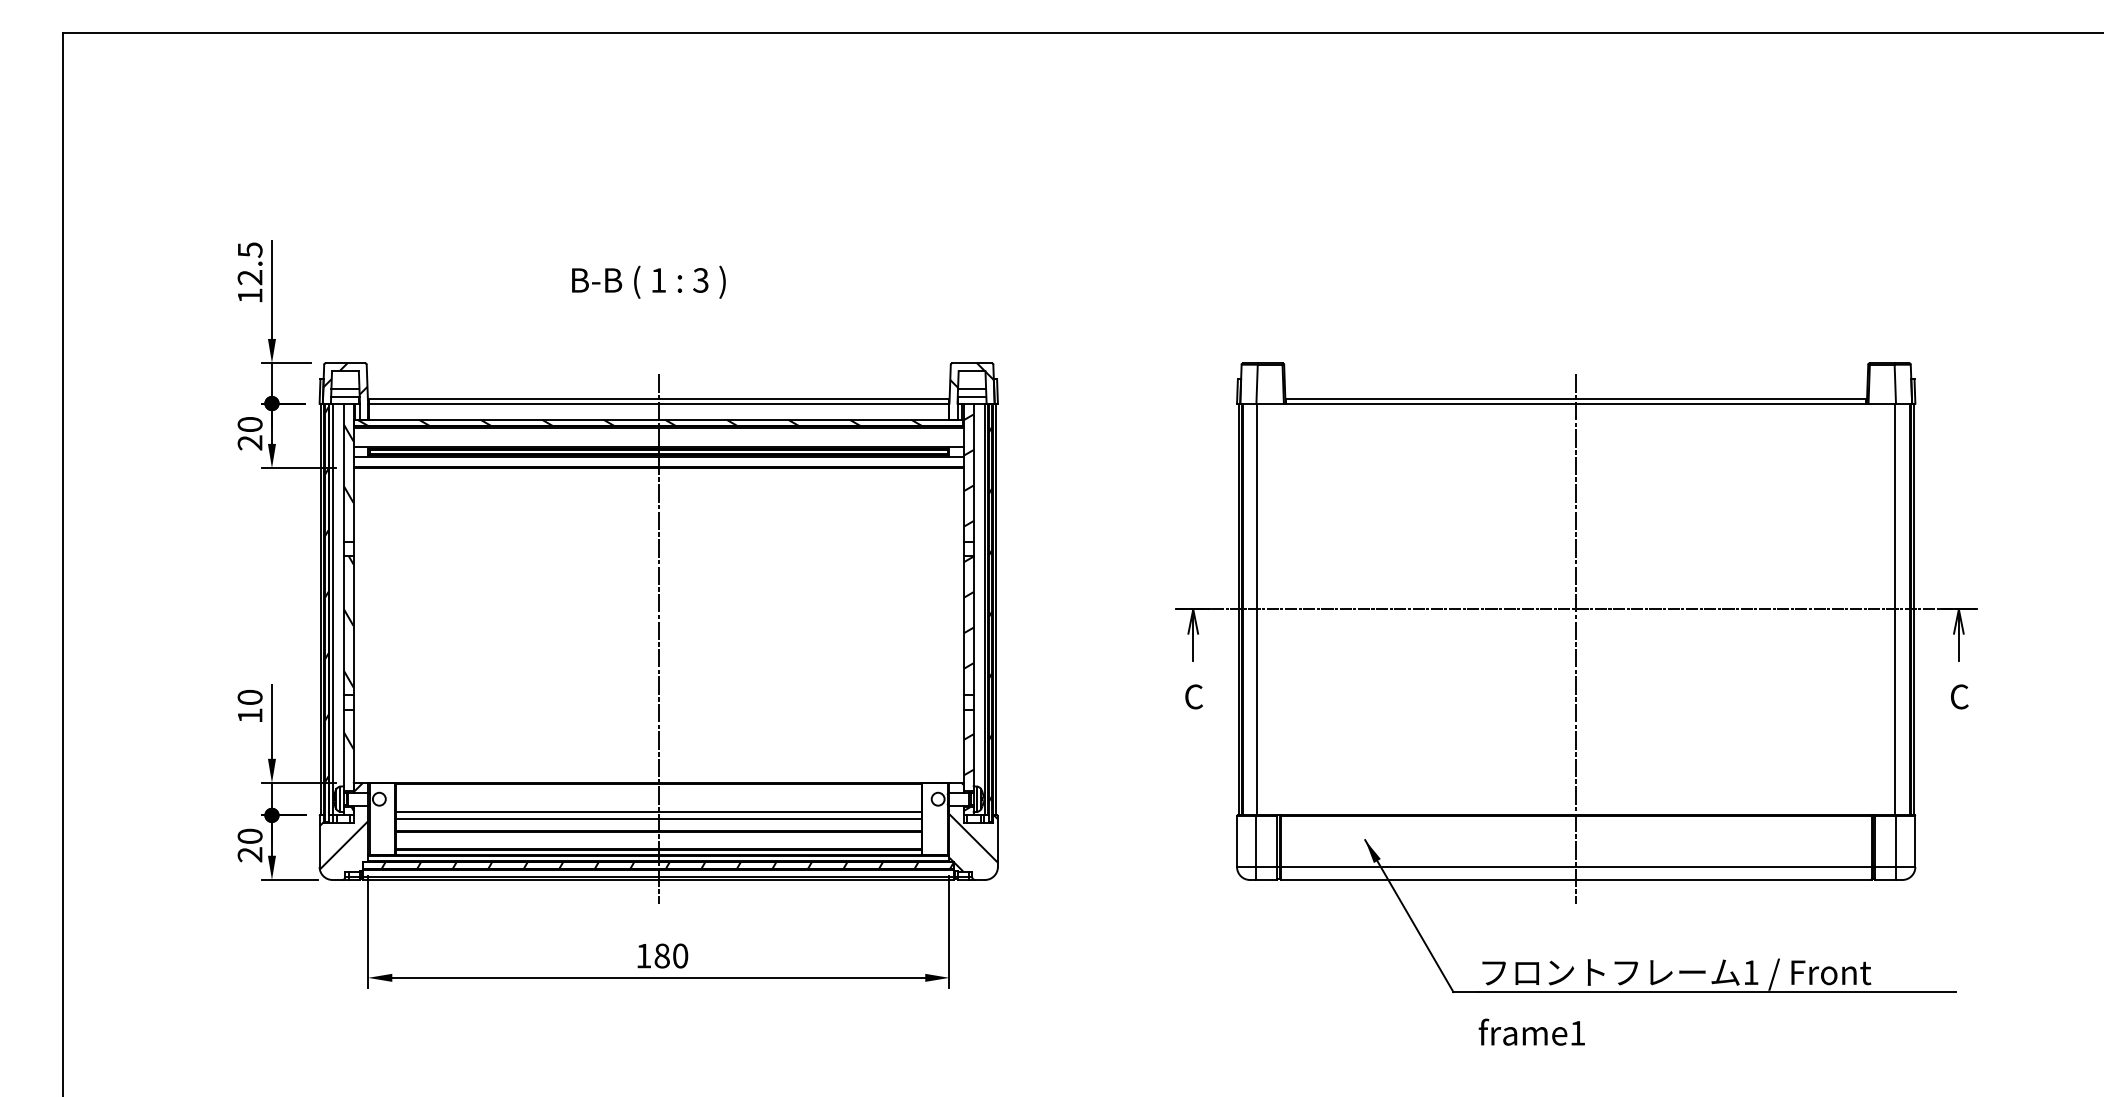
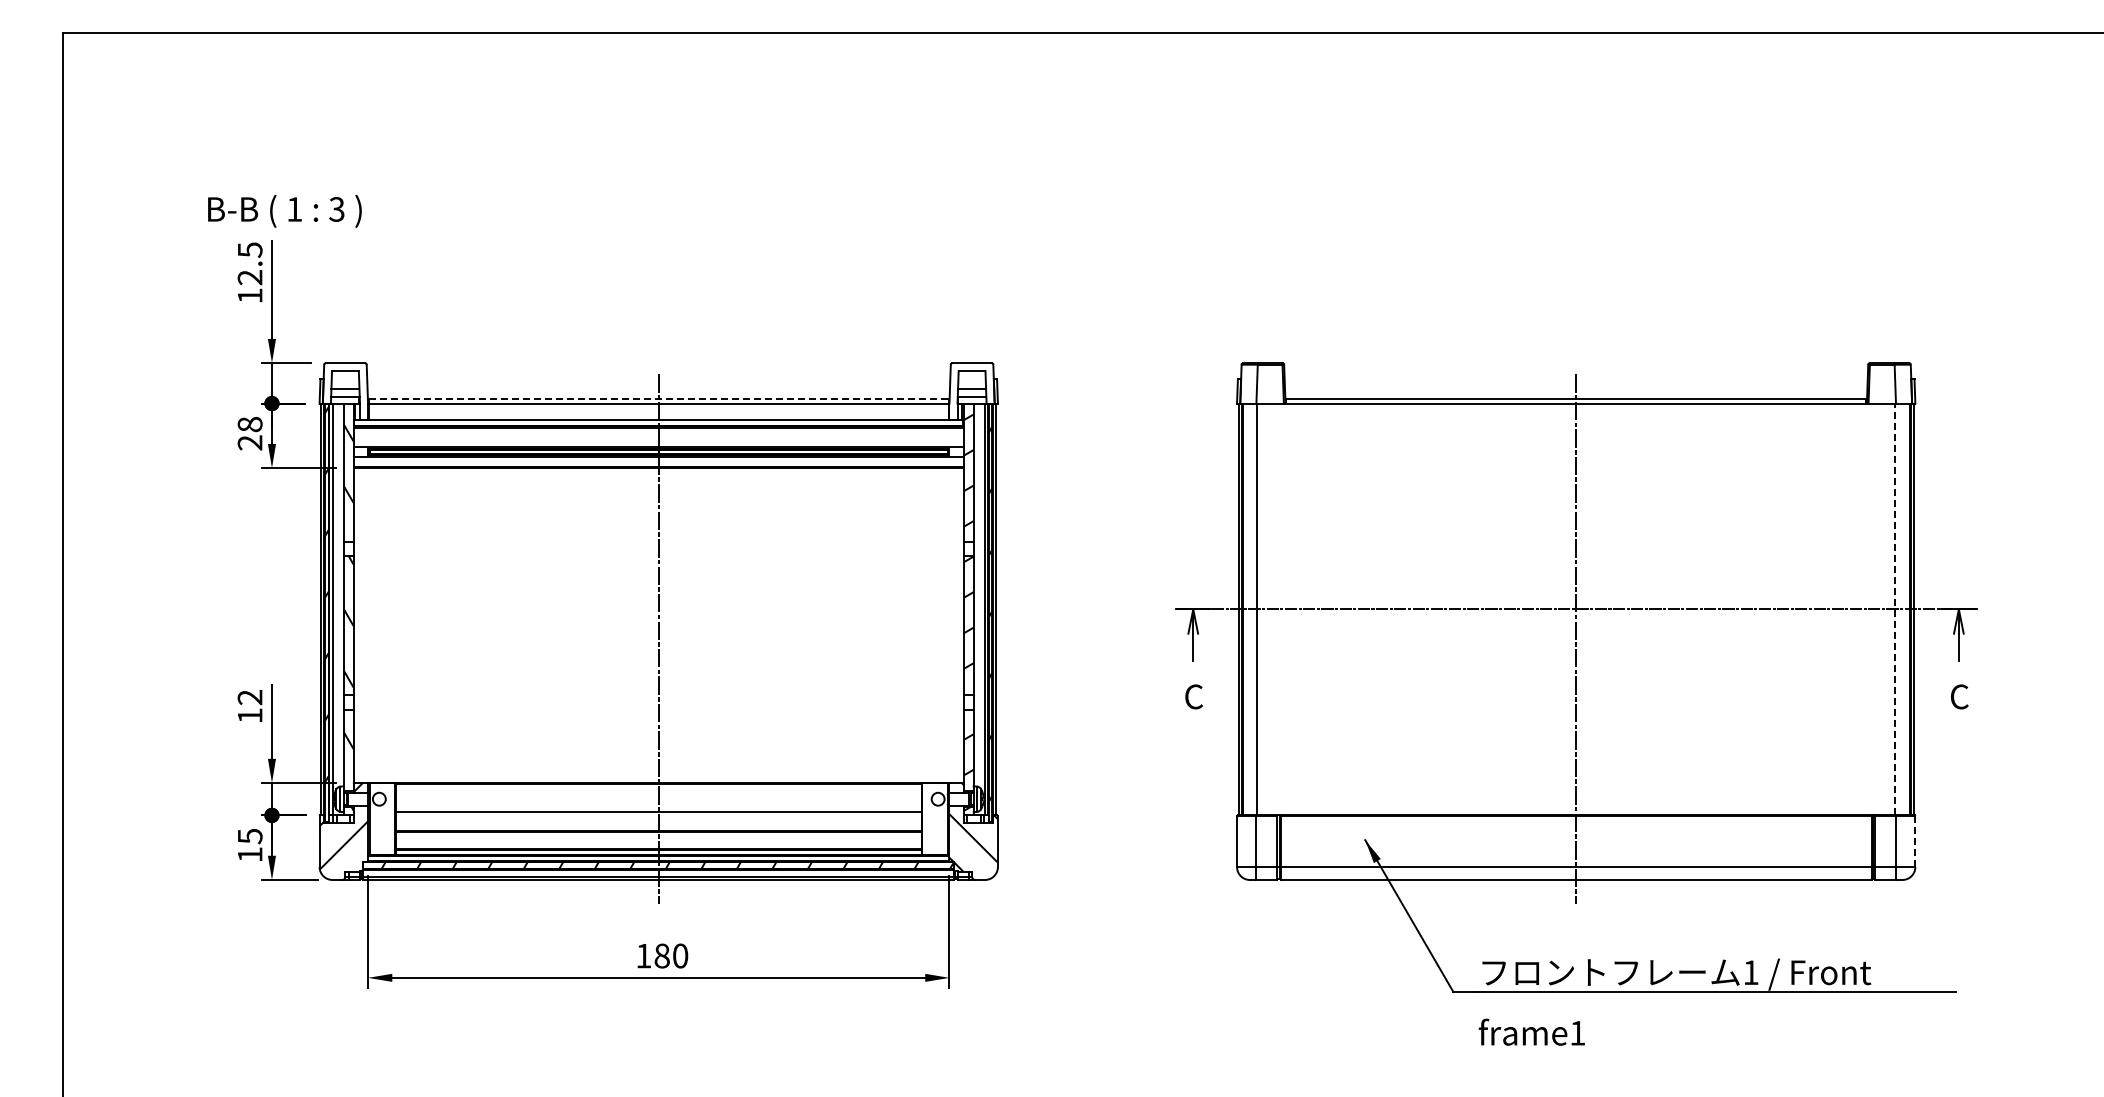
text at (648, 281) position: (648, 281) -> (284, 210)
hatch at (971, 375): present -> none
hatch at (345, 378): present -> none
line at (658, 398): solid -> dashed
hatch at (639, 422): present -> none
text at (250, 424): 20 -> 28
line at (1895, 609): solid -> dashed
text at (249, 697): 10 -> 12
line at (658, 818): present -> none
line at (1915, 841): solid -> dashed
text at (249, 845): 20 -> 15
